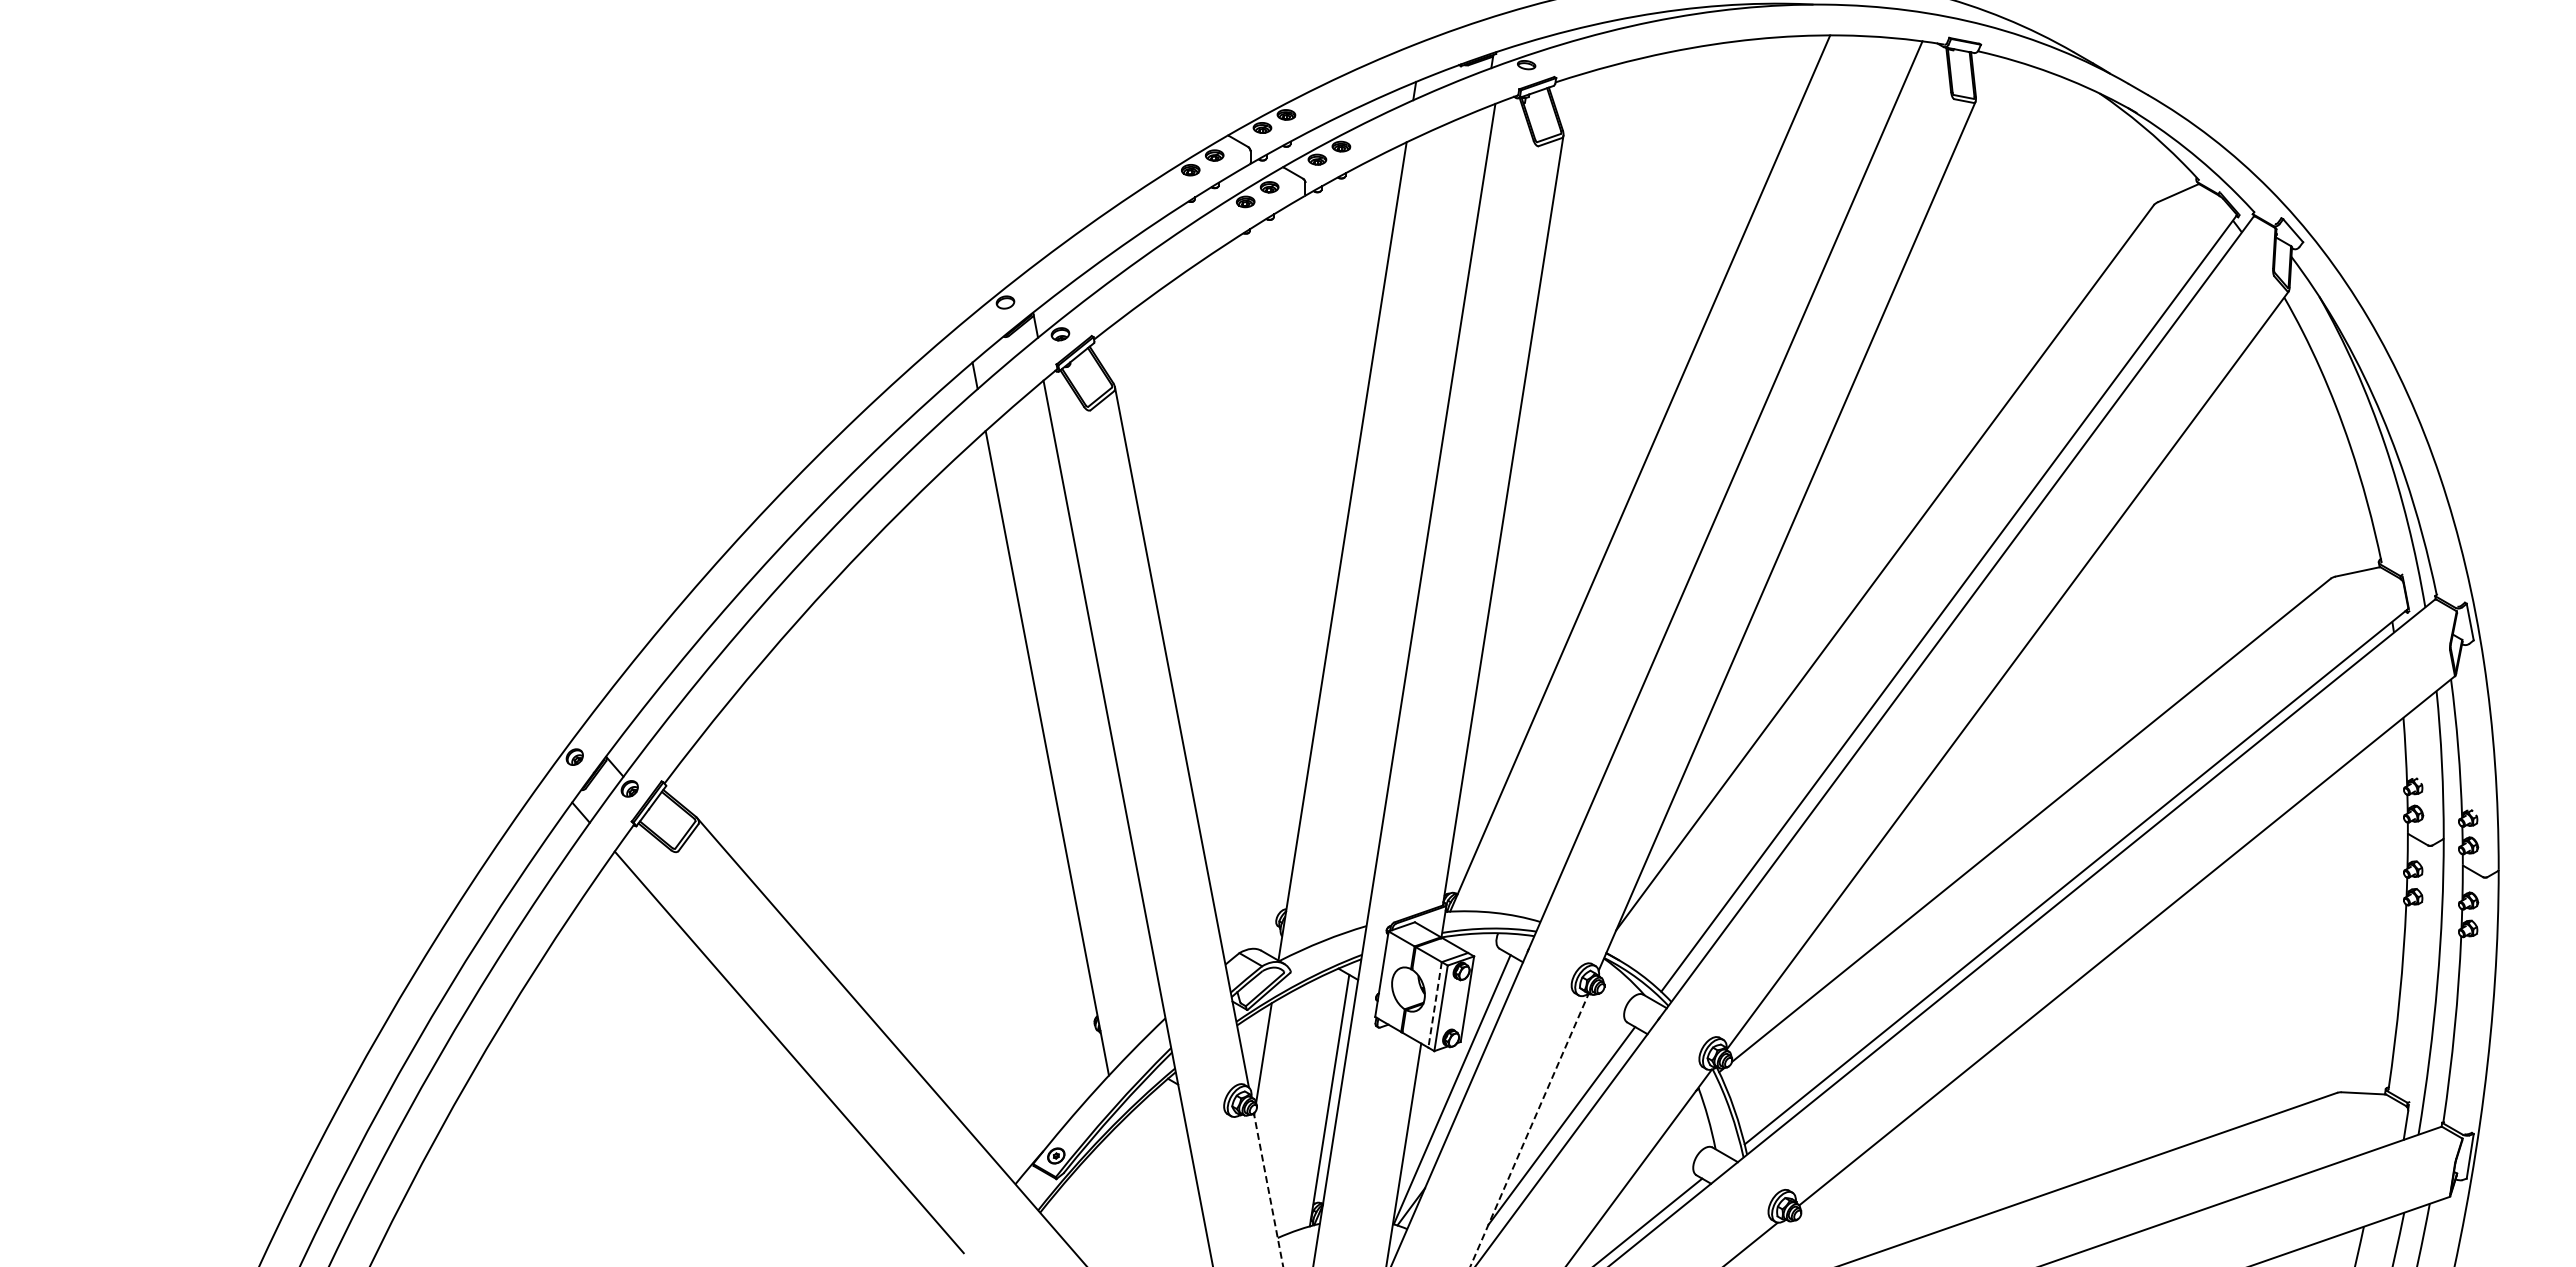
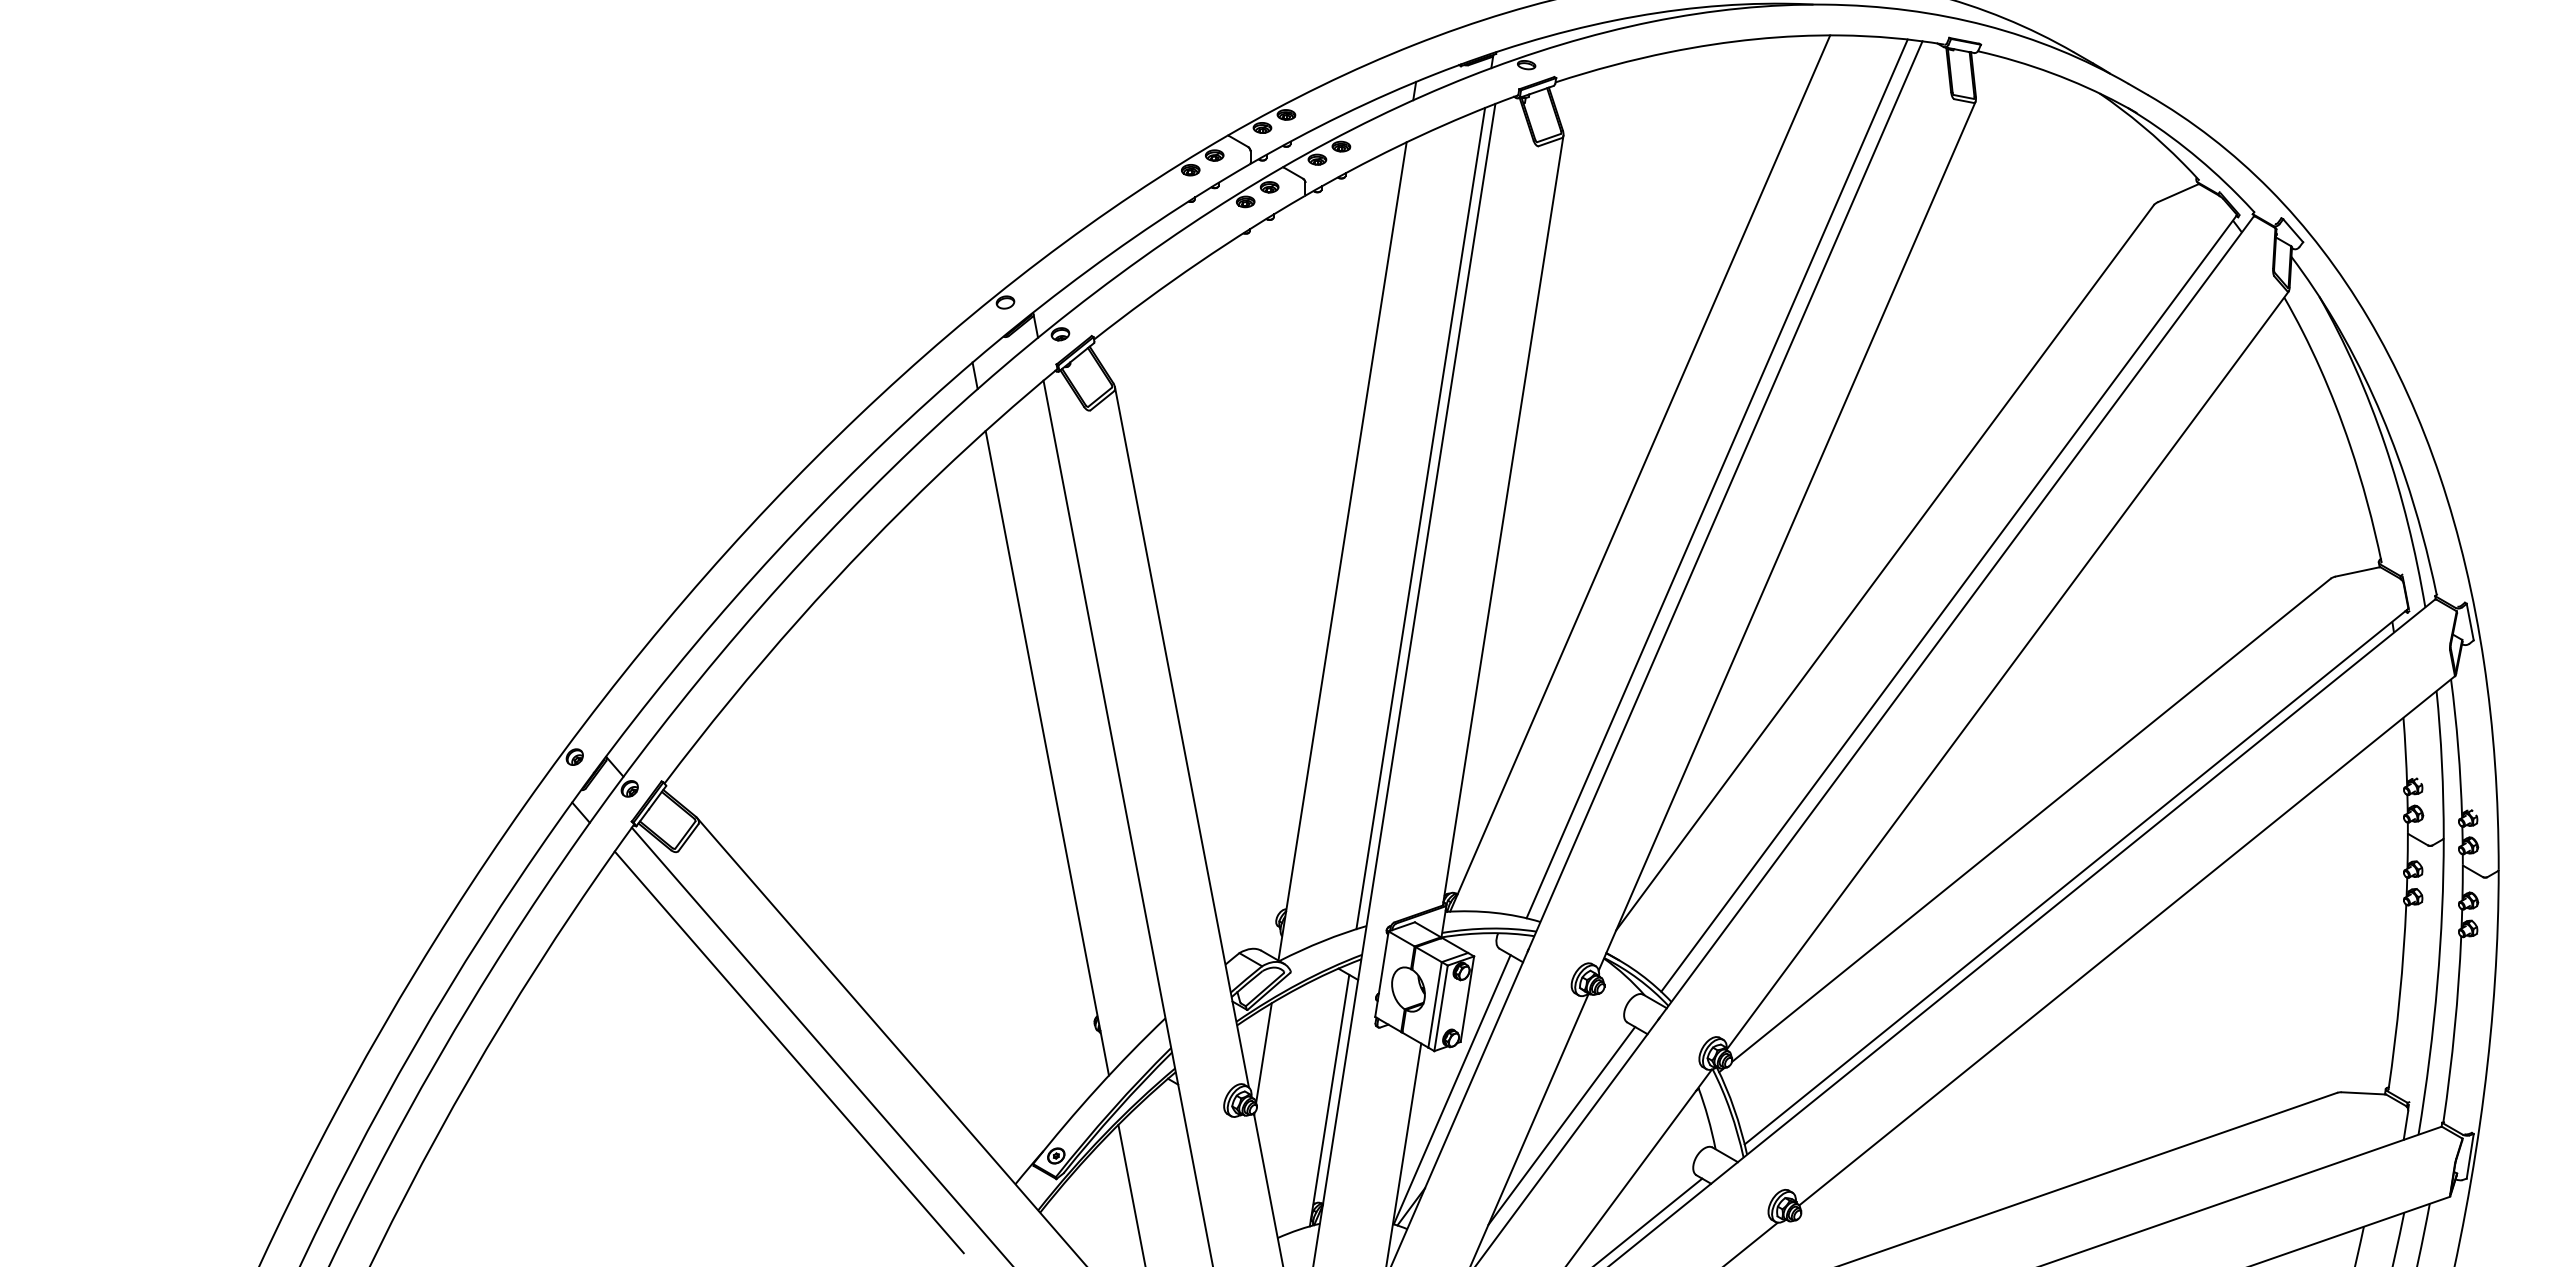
line at (1716, 478): none -> present
line at (1420, 518): none -> present
line at (1435, 1005): dashed -> solid
line at (820, 1045): none -> present
line at (1529, 1130): dashed -> solid
line at (1268, 1189): dashed -> solid
line at (1131, 1193): none -> present
